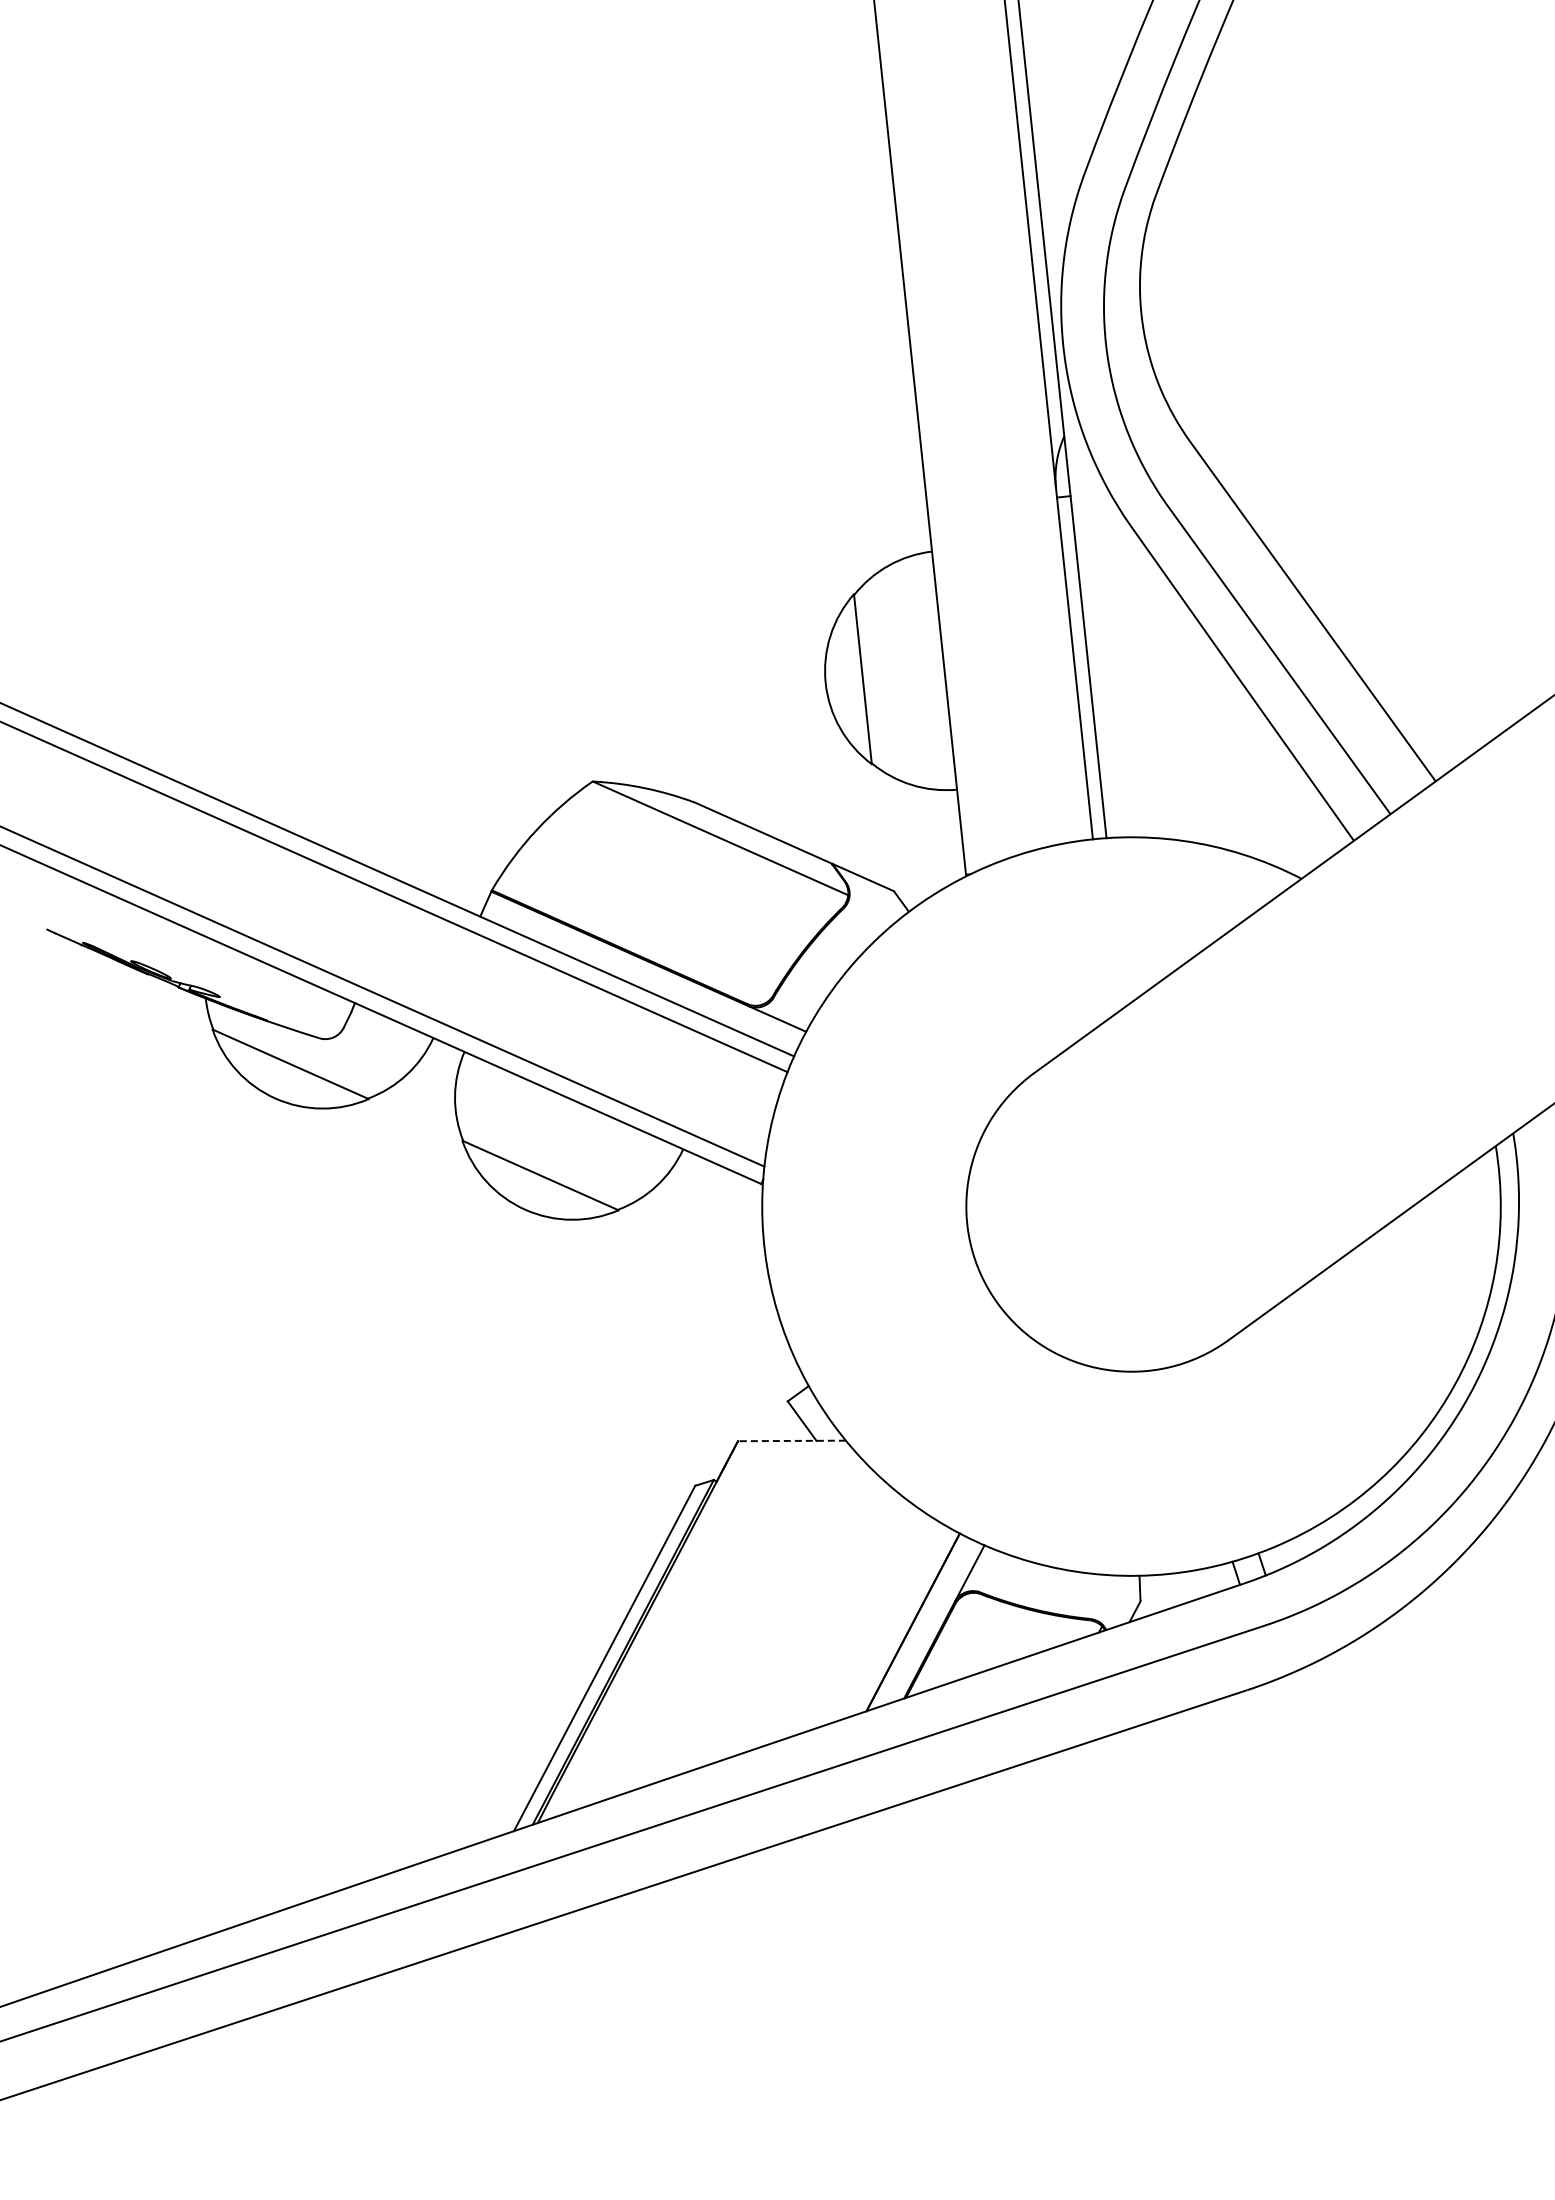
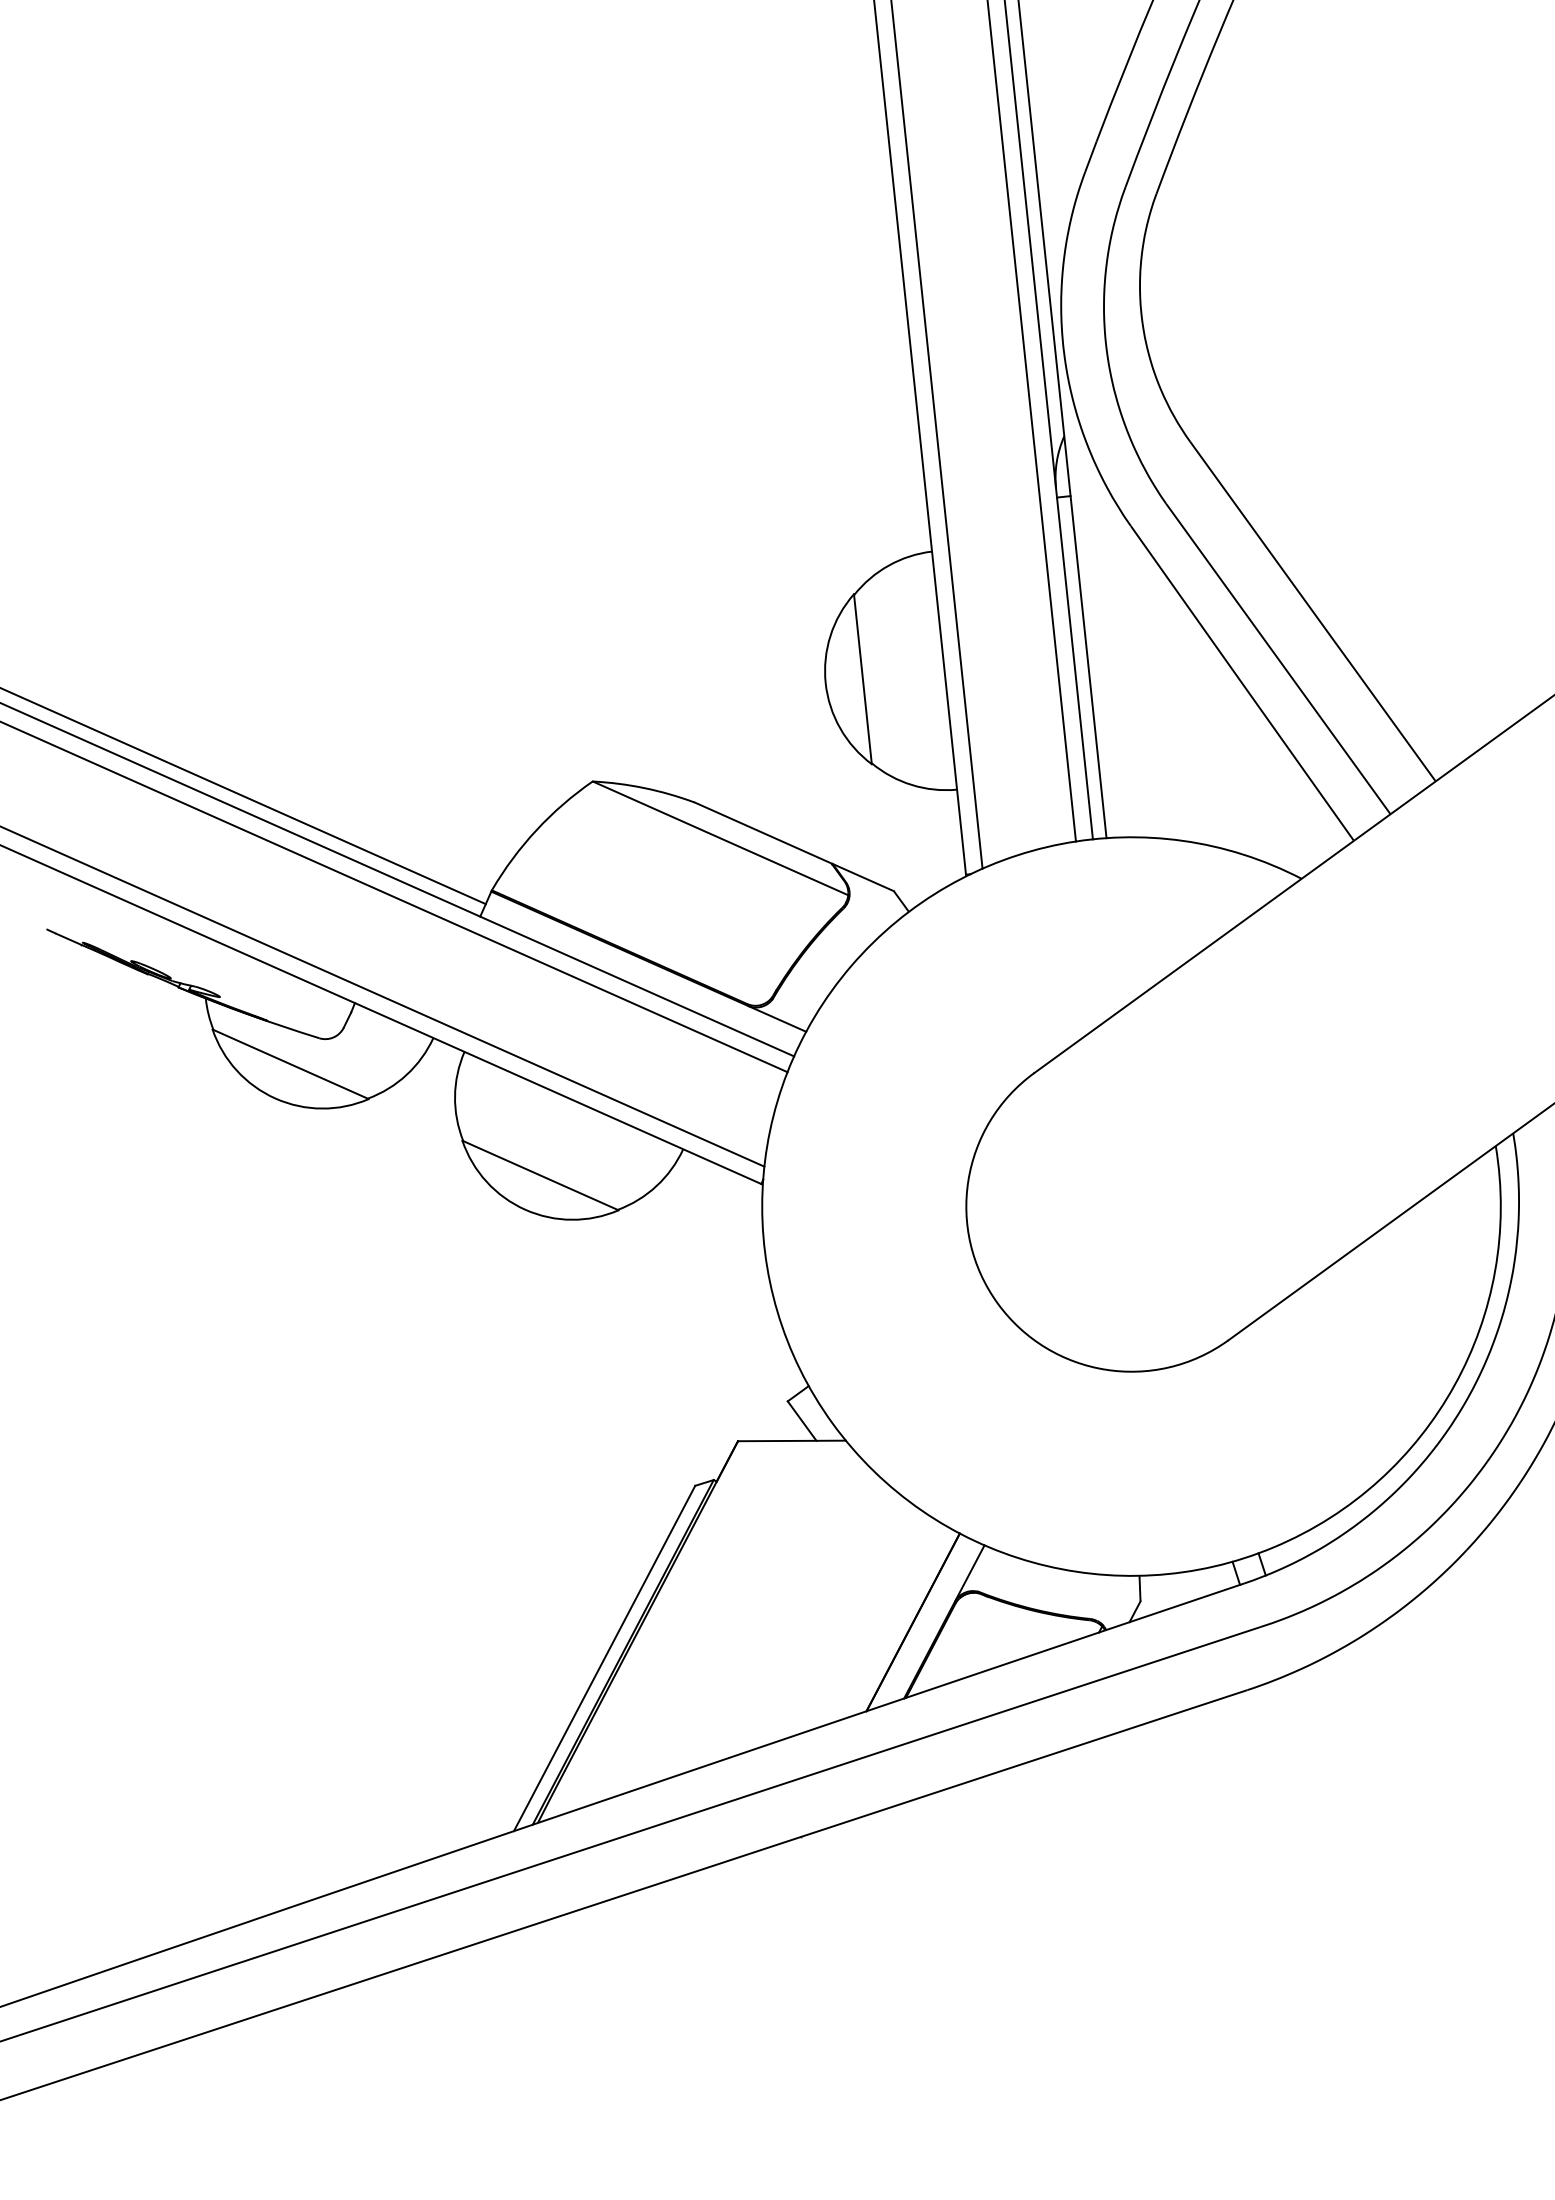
line at (1031, 421): none -> present
line at (936, 435): none -> present
line at (243, 796): none -> present
line at (791, 1440): dashed -> solid
